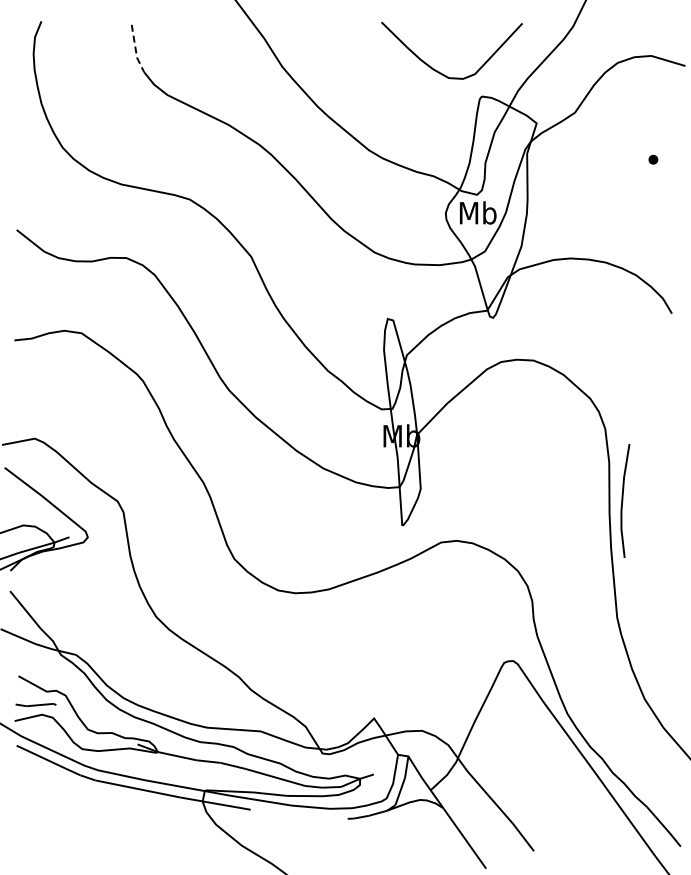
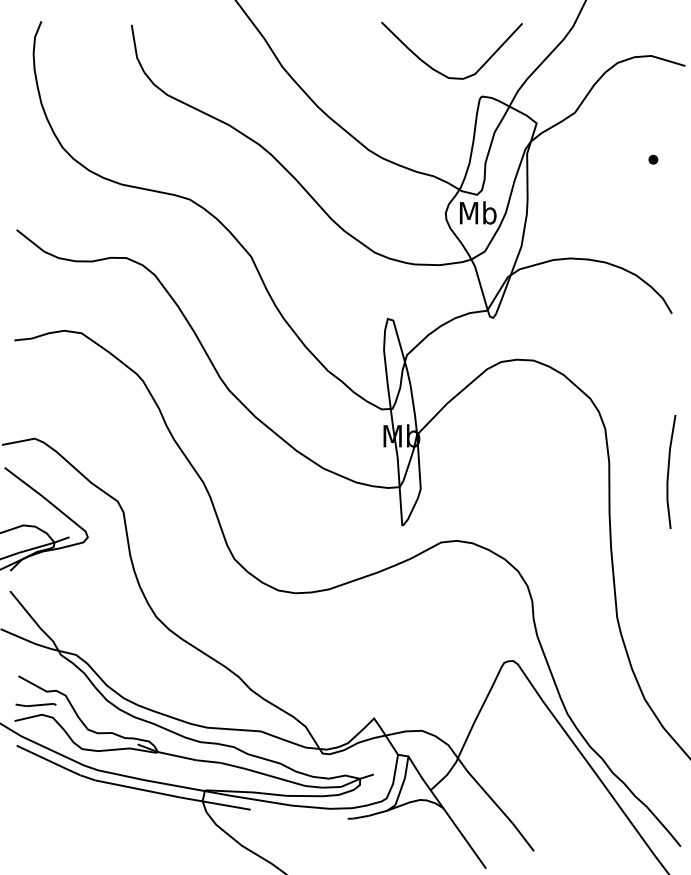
line at (135, 50): dashed -> solid
line at (623, 500) position: (623, 500) -> (669, 471)
